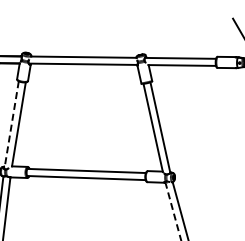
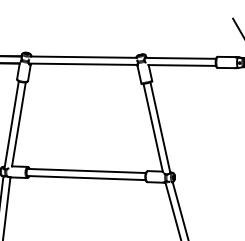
line at (11, 125): dashed -> solid
line at (173, 211): dashed -> solid
